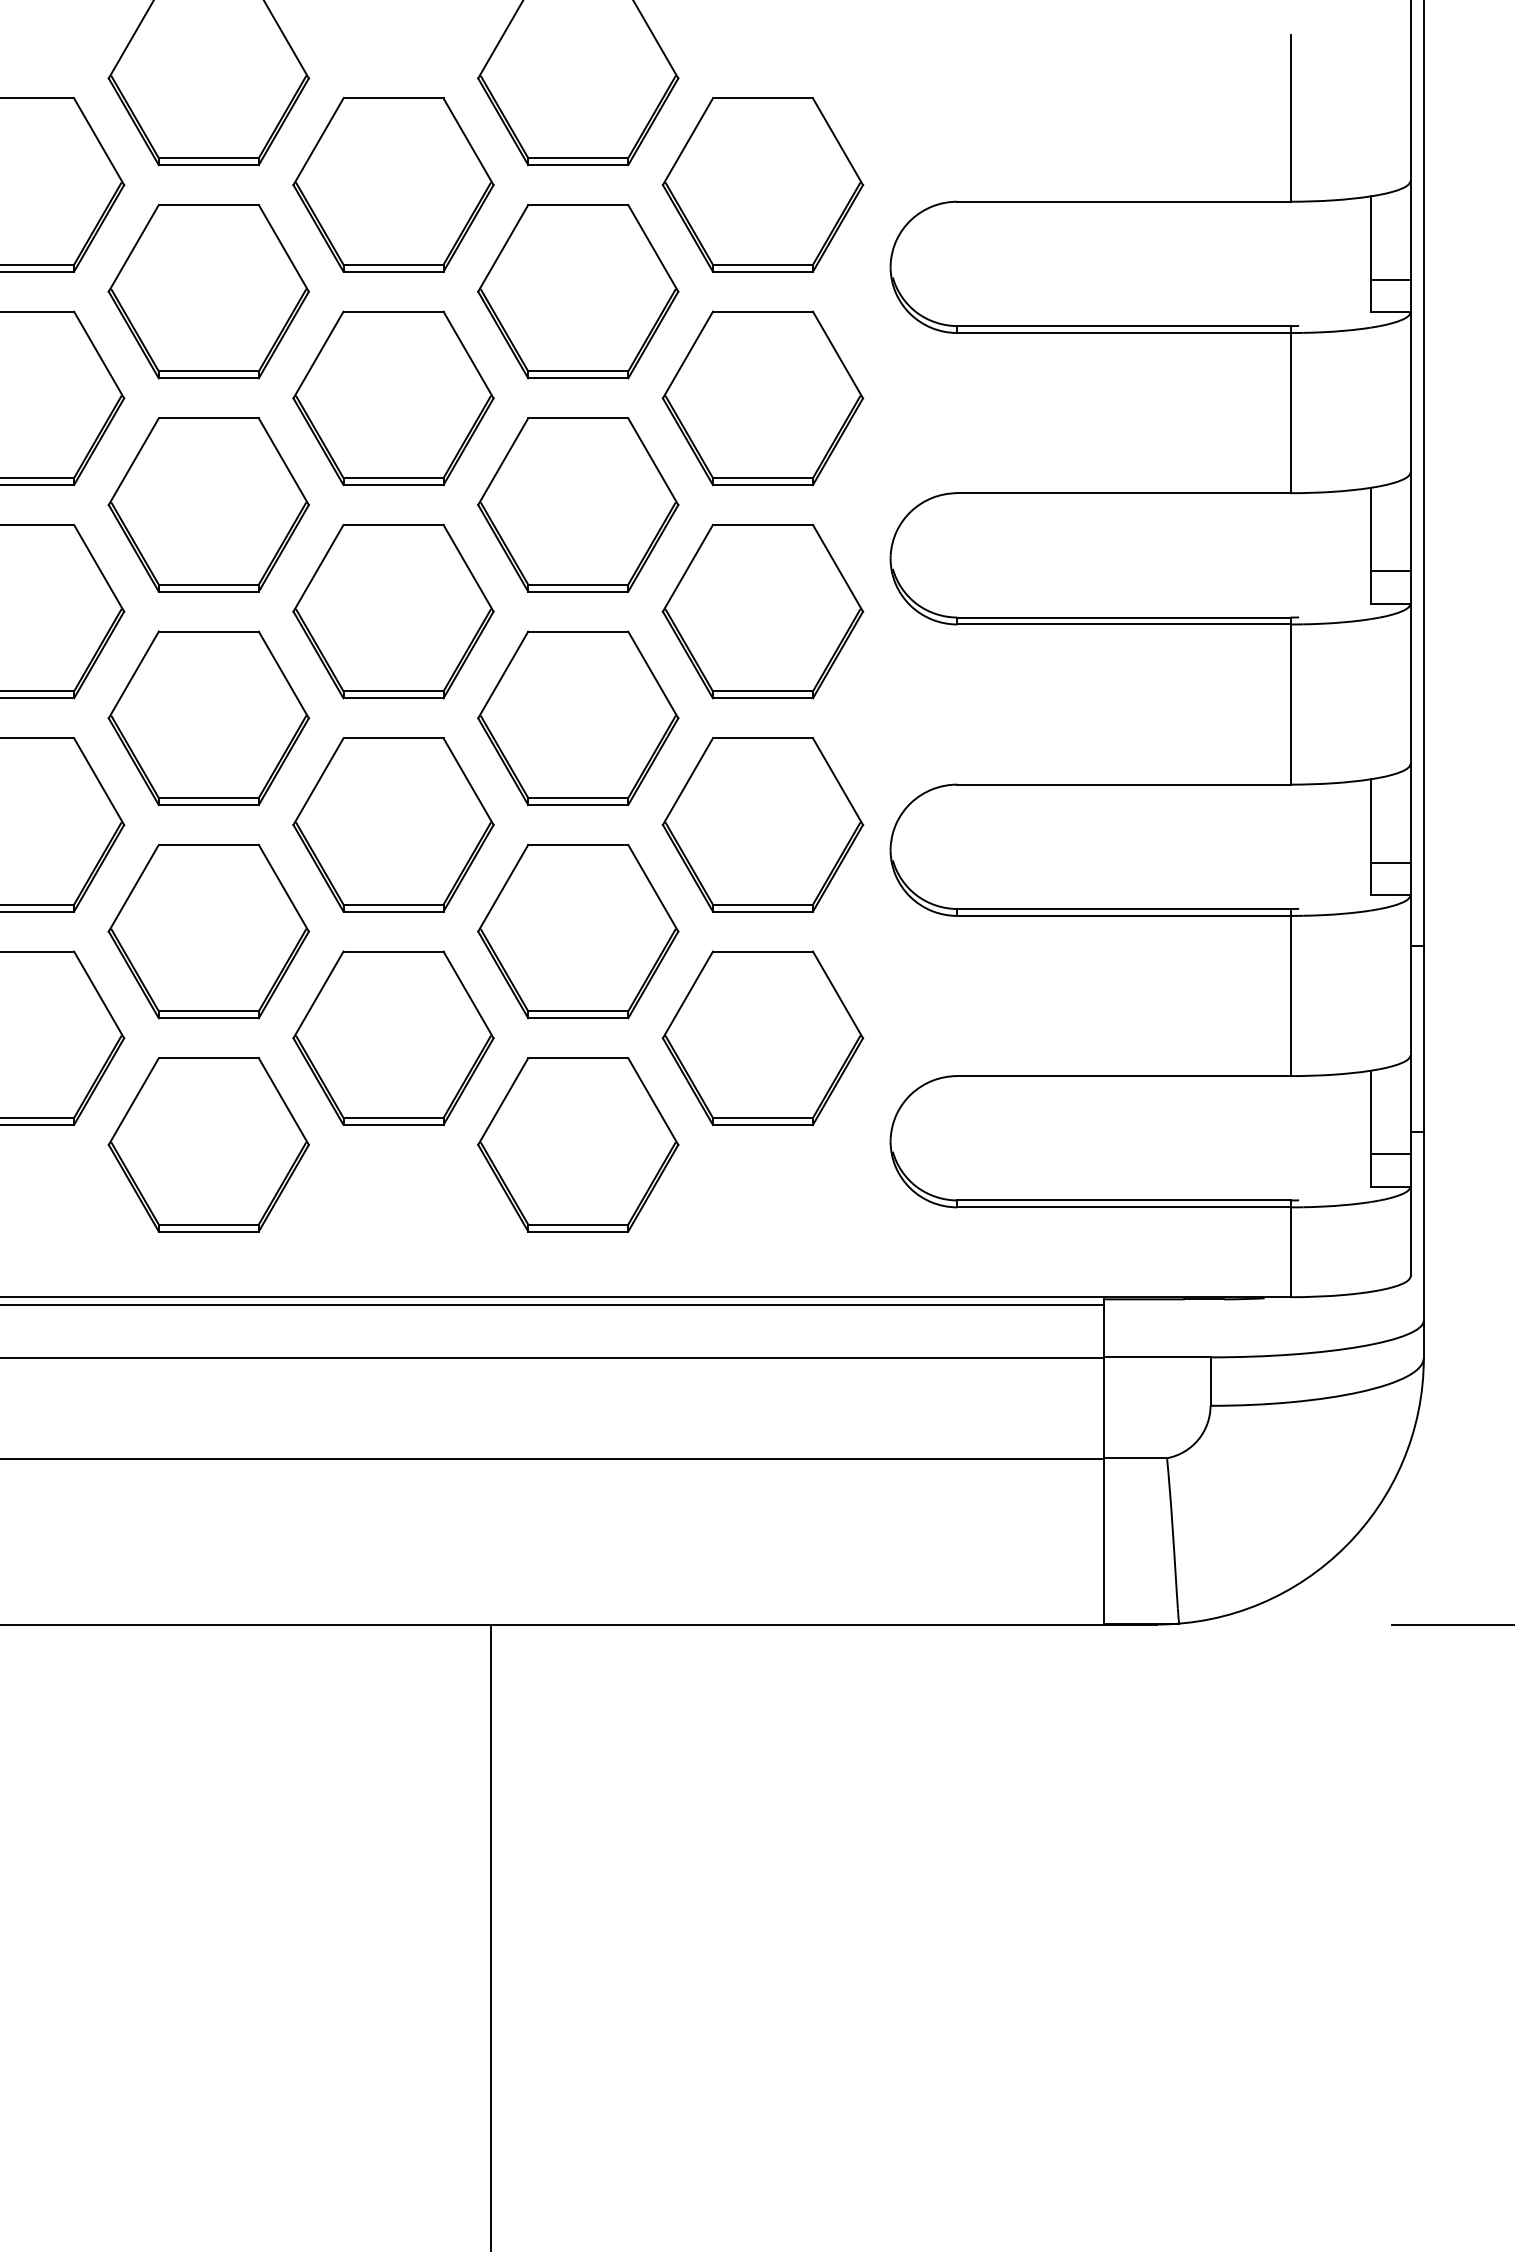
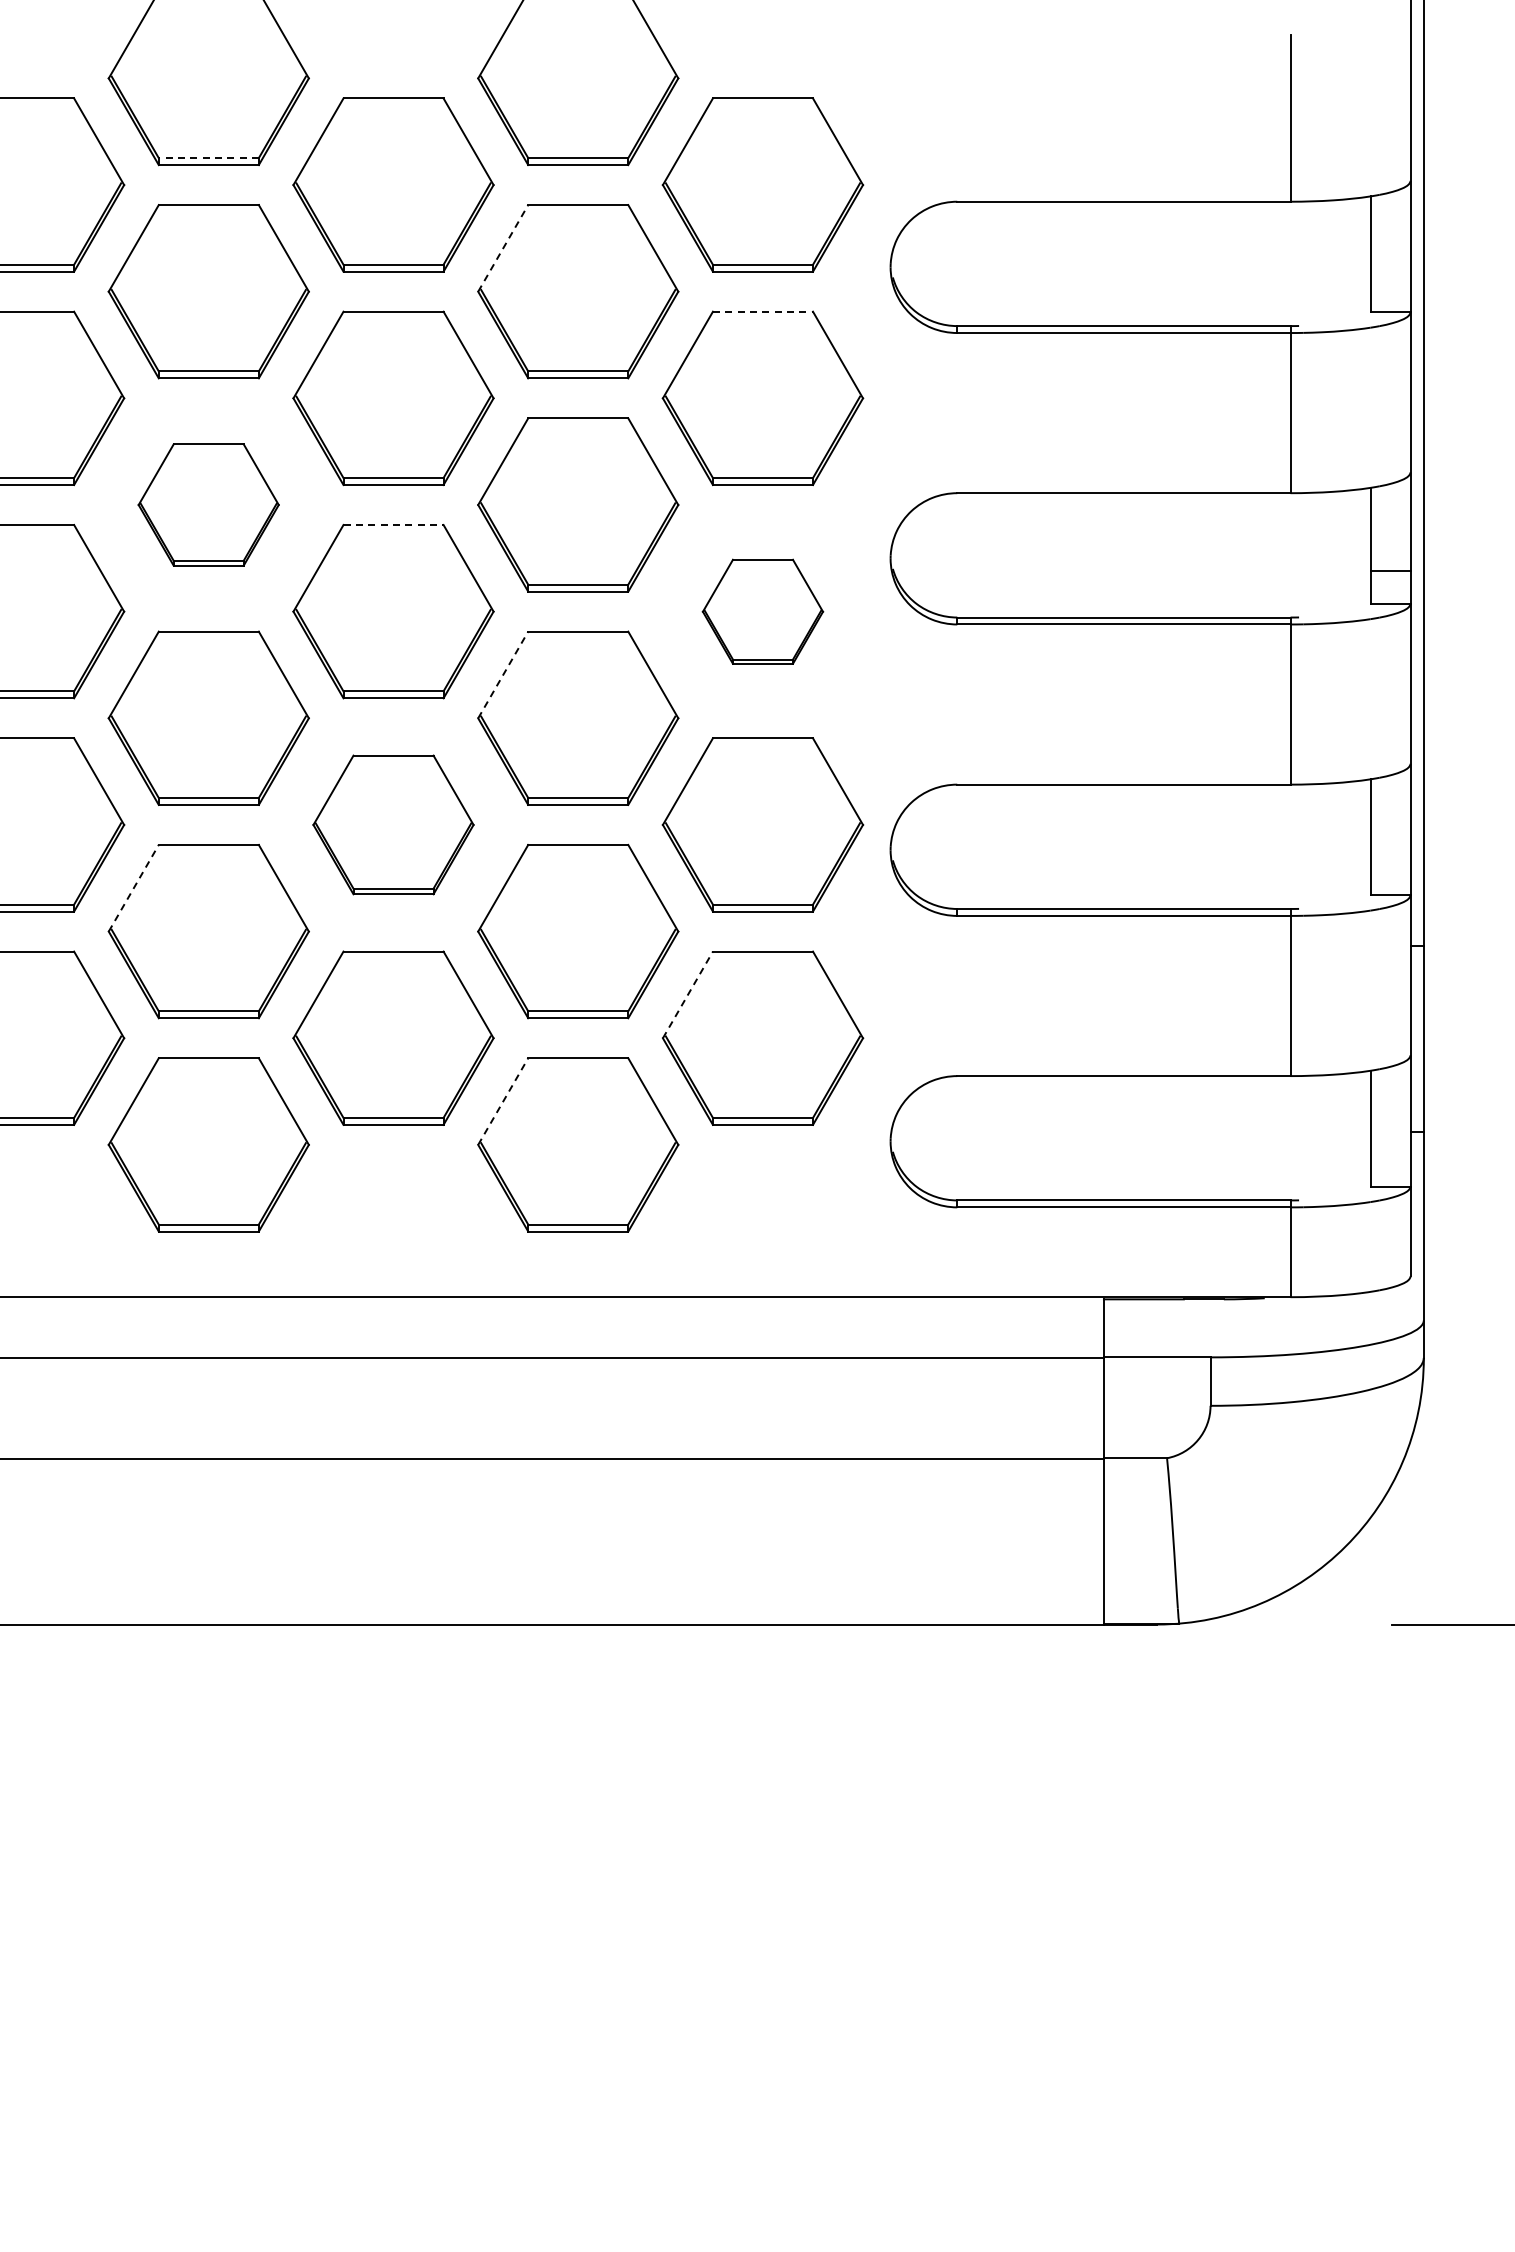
line at (208, 158): solid -> dashed
line at (503, 247): solid -> dashed
line at (1390, 279): present -> none
line at (763, 311): solid -> dashed
part at (208, 504) size: 203x176 px -> 143x124 px
line at (394, 525): solid -> dashed
part at (762, 611) size: 204x176 px -> 124x107 px
line at (503, 674): solid -> dashed
part at (393, 824) size: 203x176 px -> 163x142 px
line at (1390, 862): present -> none
line at (134, 887): solid -> dashed
line at (688, 994): solid -> dashed
line at (503, 1101): solid -> dashed
line at (1390, 1153): present -> none
line at (552, 1304): present -> none
line at (490, 1936): present -> none
